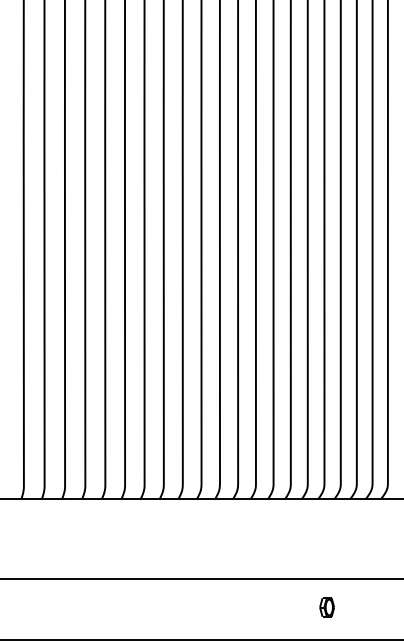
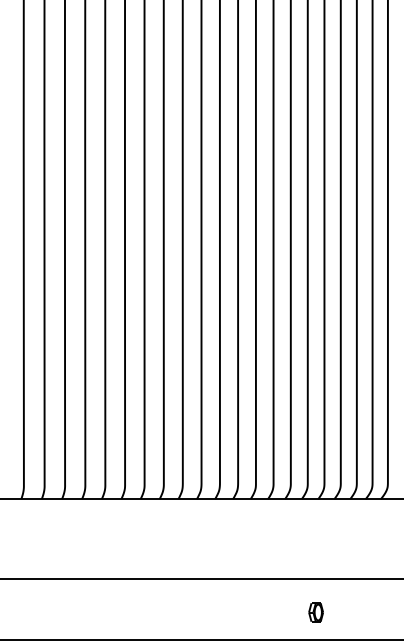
part at (326, 607) position: (326, 607) -> (315, 612)
